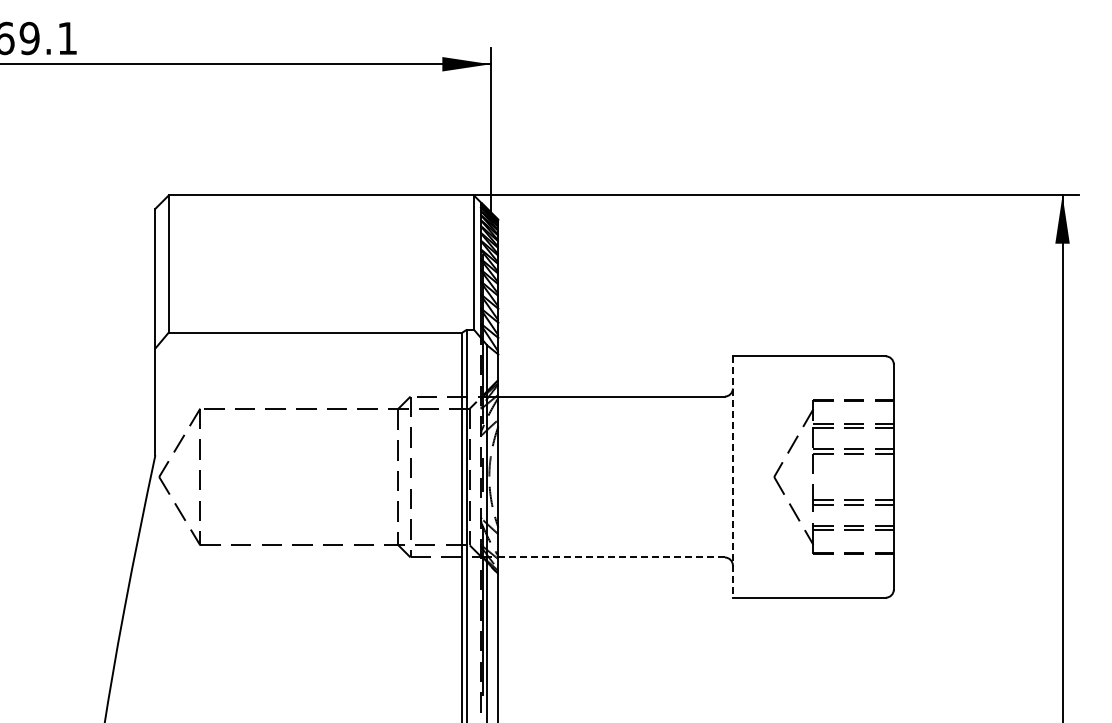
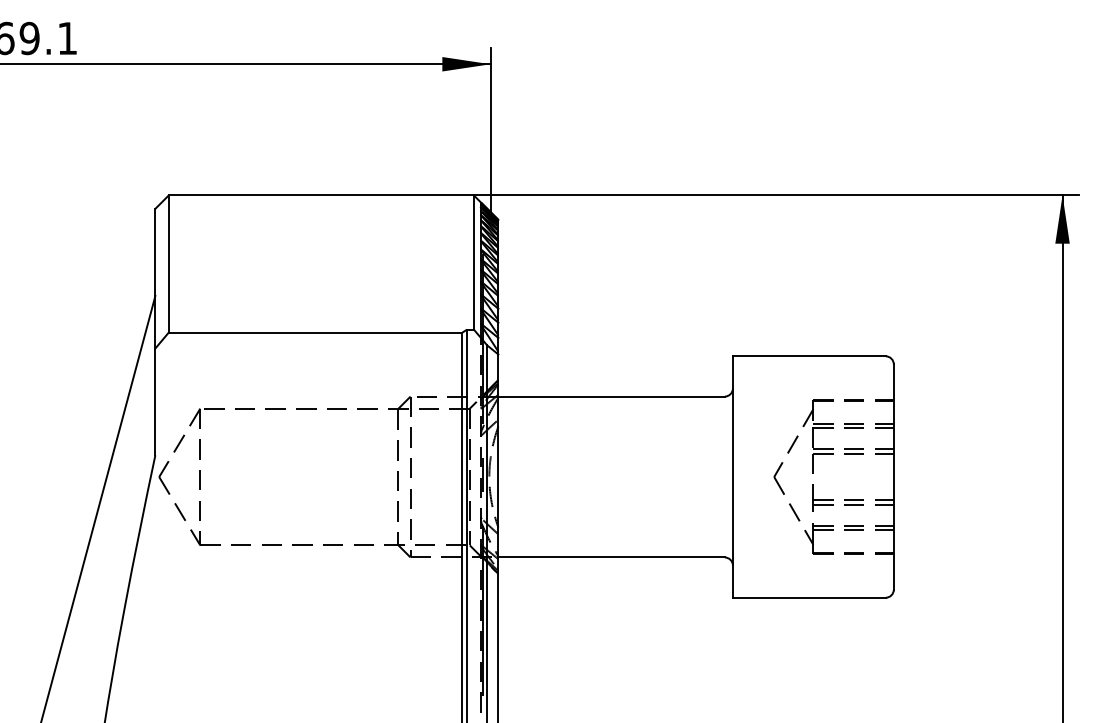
line at (732, 477): dashed -> solid
line at (98, 507): none -> present
line at (612, 557): dashed -> solid
